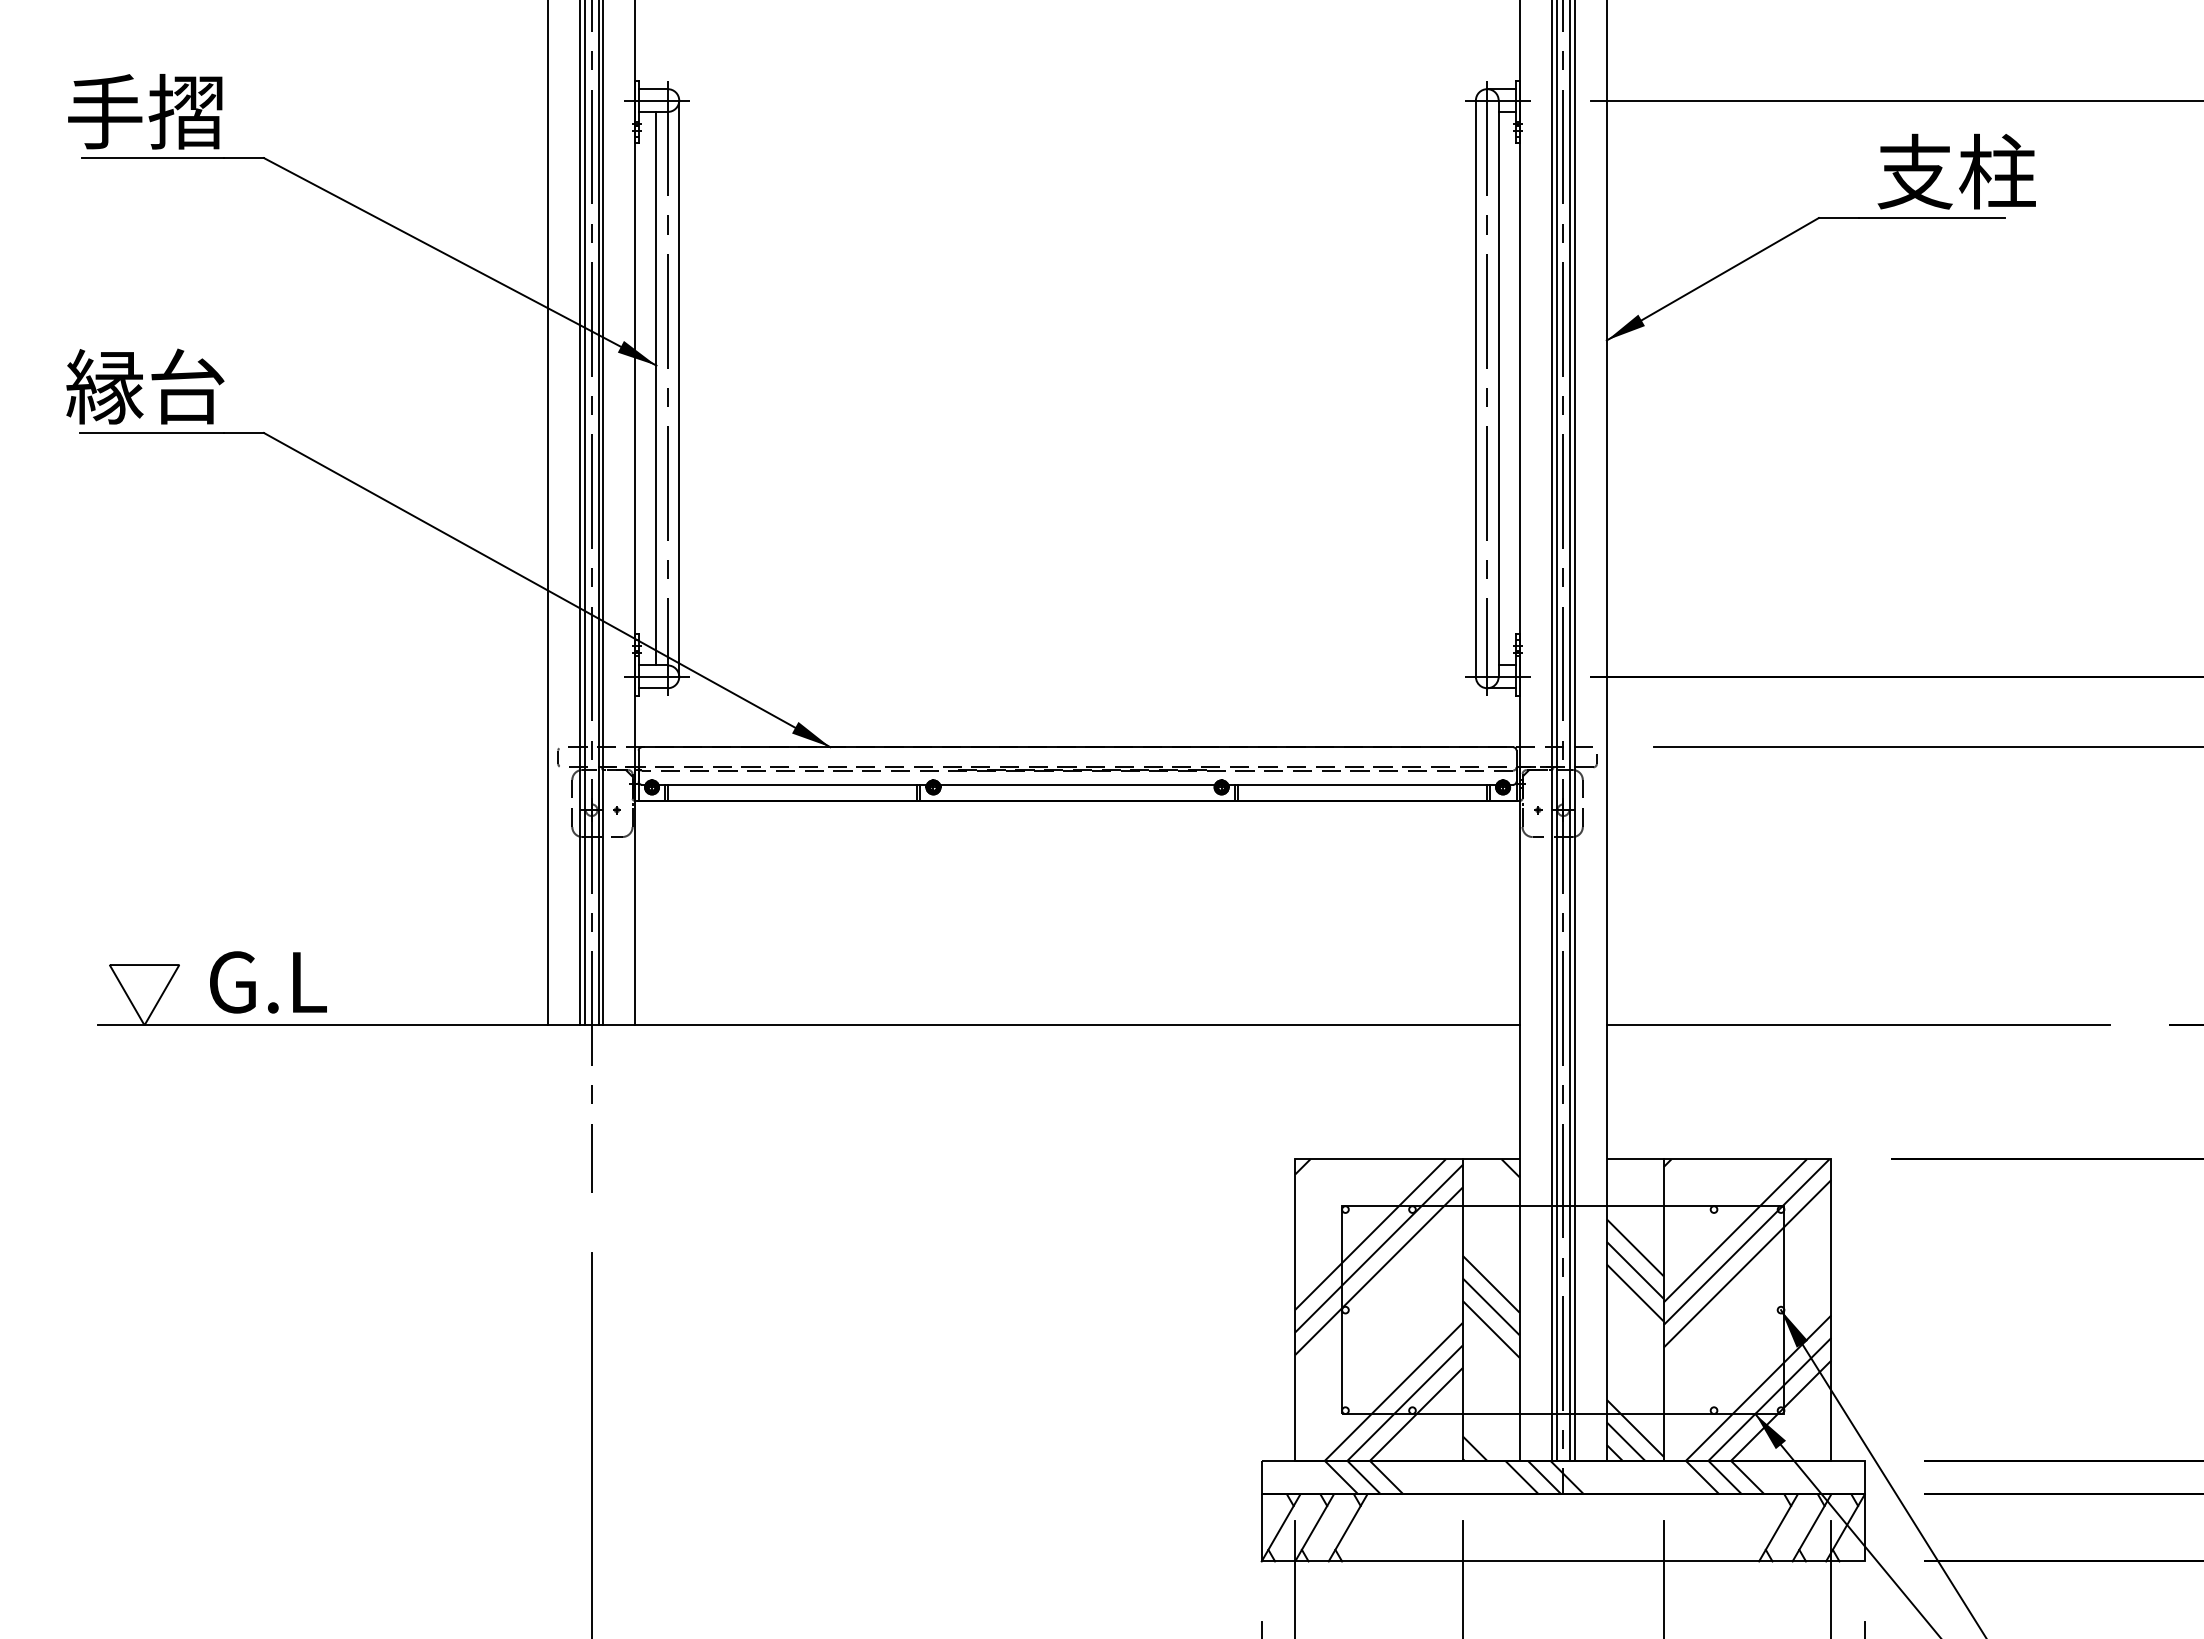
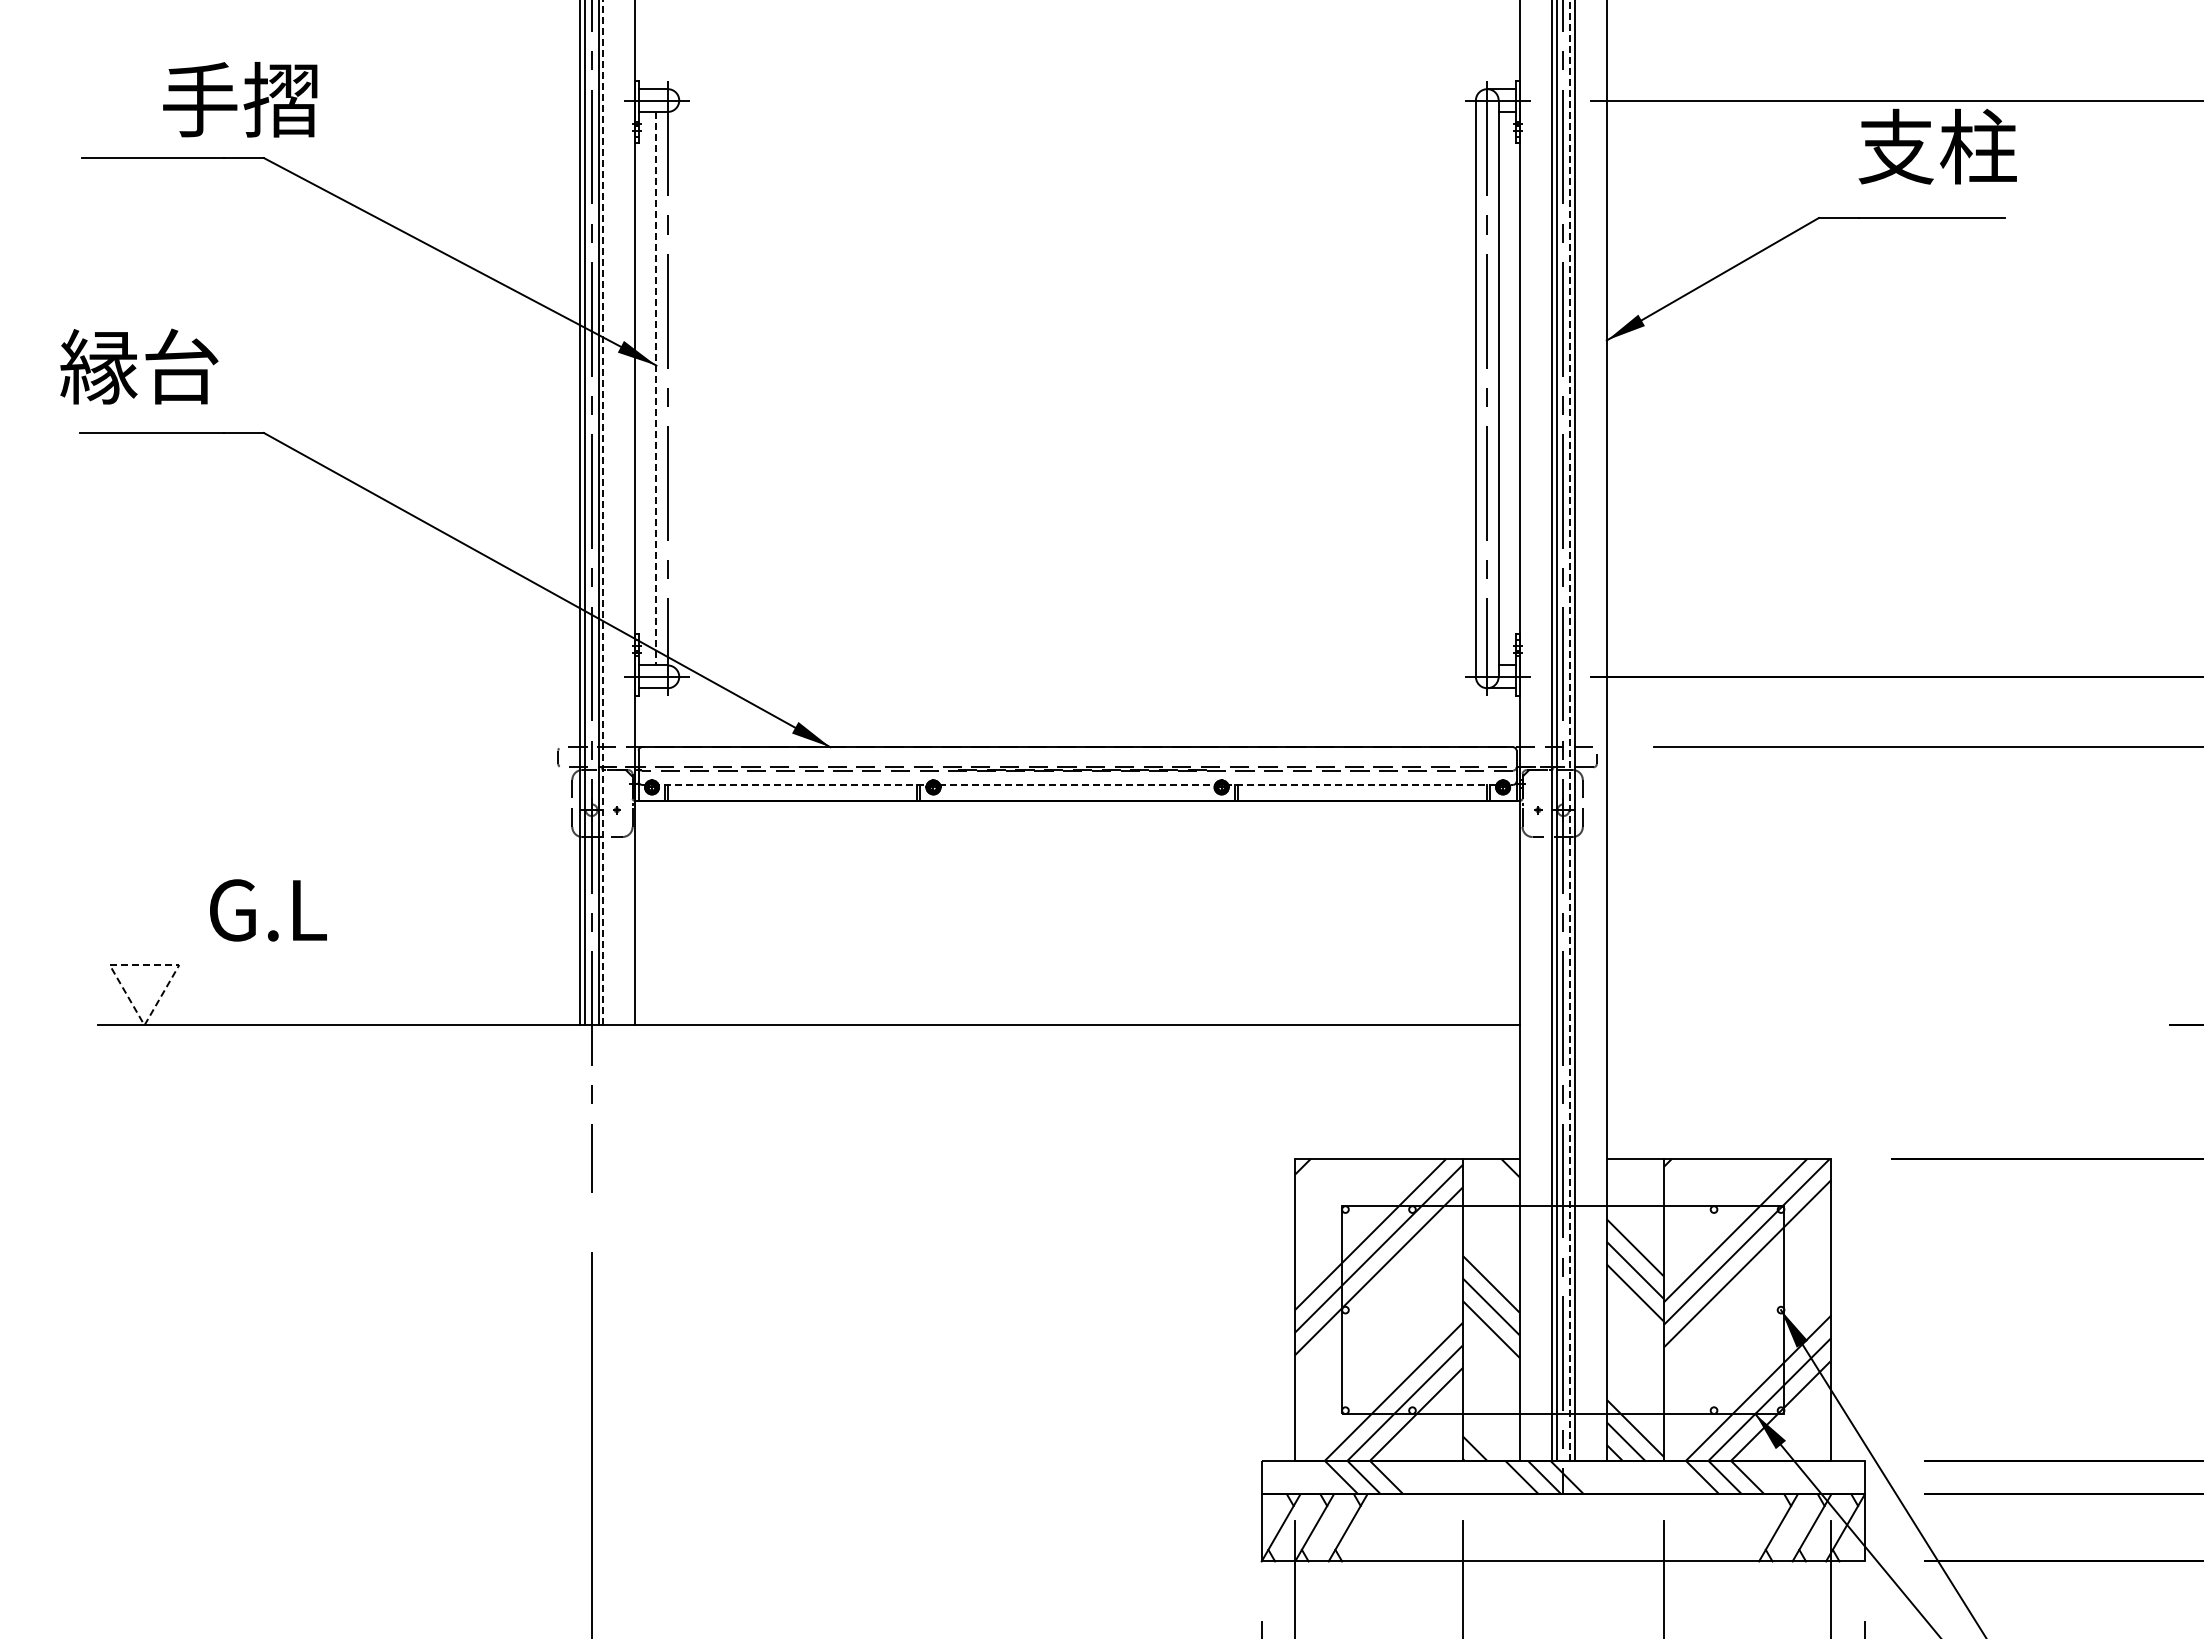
text at (145, 111) position: (145, 111) -> (240, 99)
text at (1956, 171) position: (1956, 171) -> (1937, 146)
text at (145, 386) position: (145, 386) -> (139, 366)
line at (656, 388): solid -> dashed
line at (679, 388): present -> none
line at (603, 512): solid -> dashed
line at (548, 513): present -> none
line at (1569, 730): solid -> dashed
line at (1077, 784): solid -> dashed
text at (268, 982) position: (268, 982) -> (268, 910)
line at (161, 995): solid -> dashed
line at (1858, 1025): present -> none
